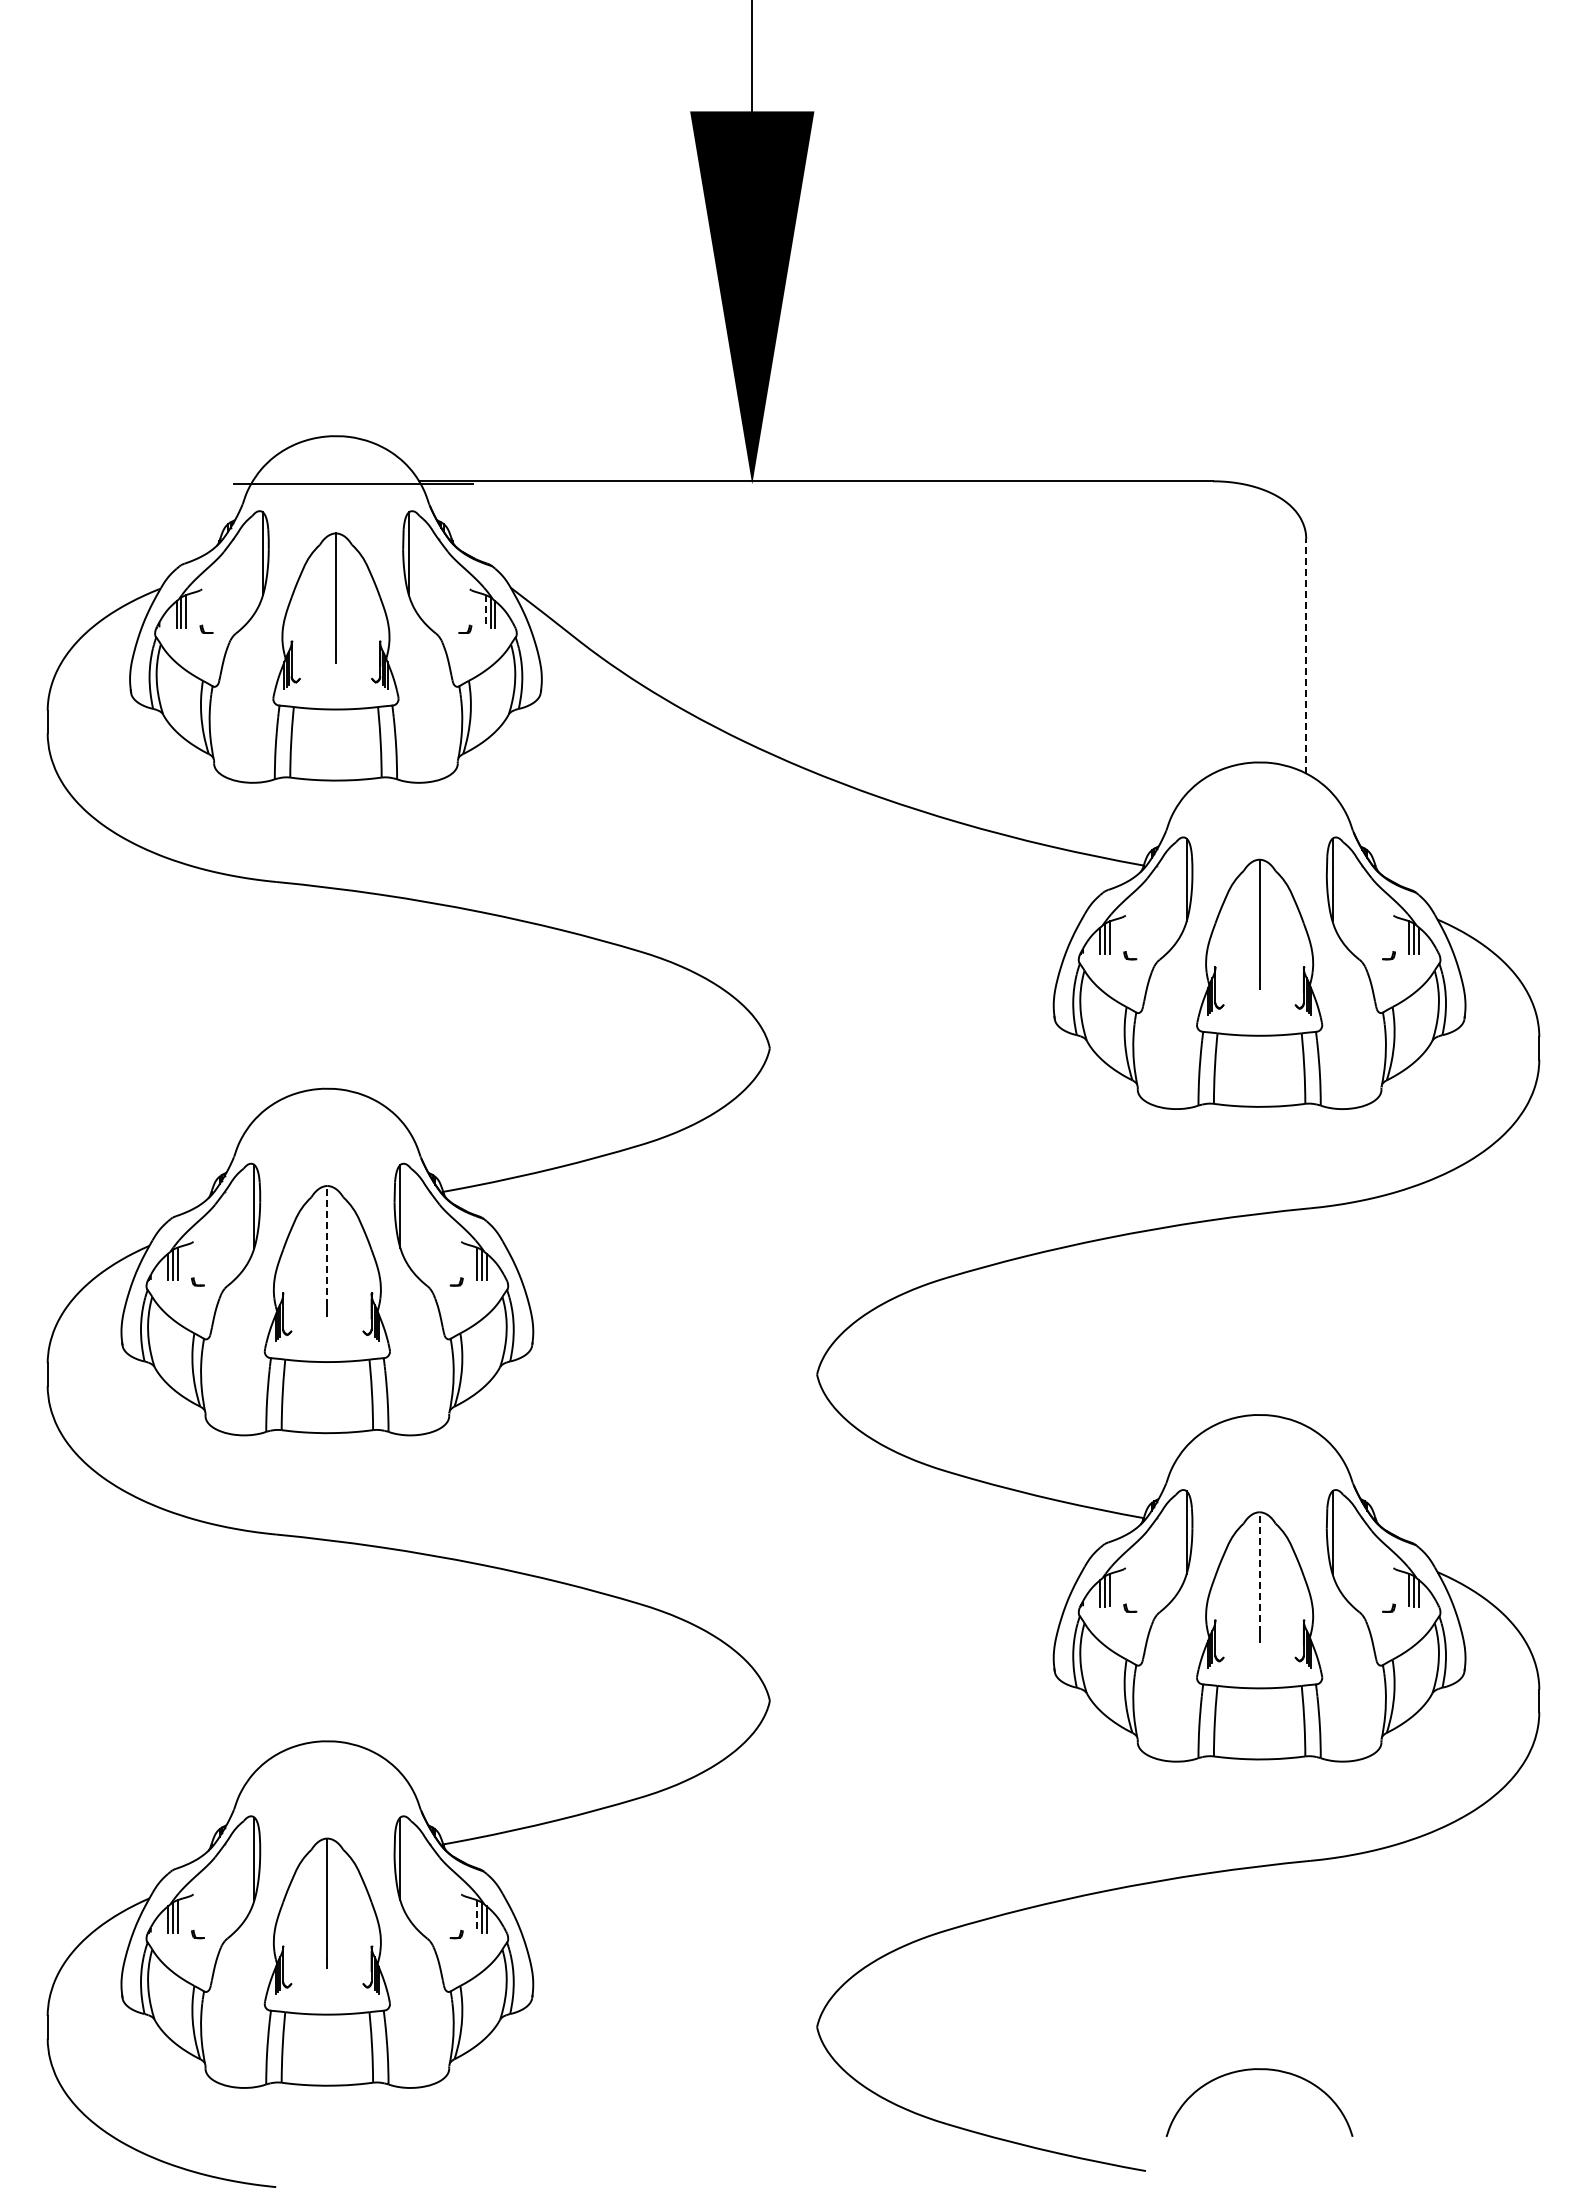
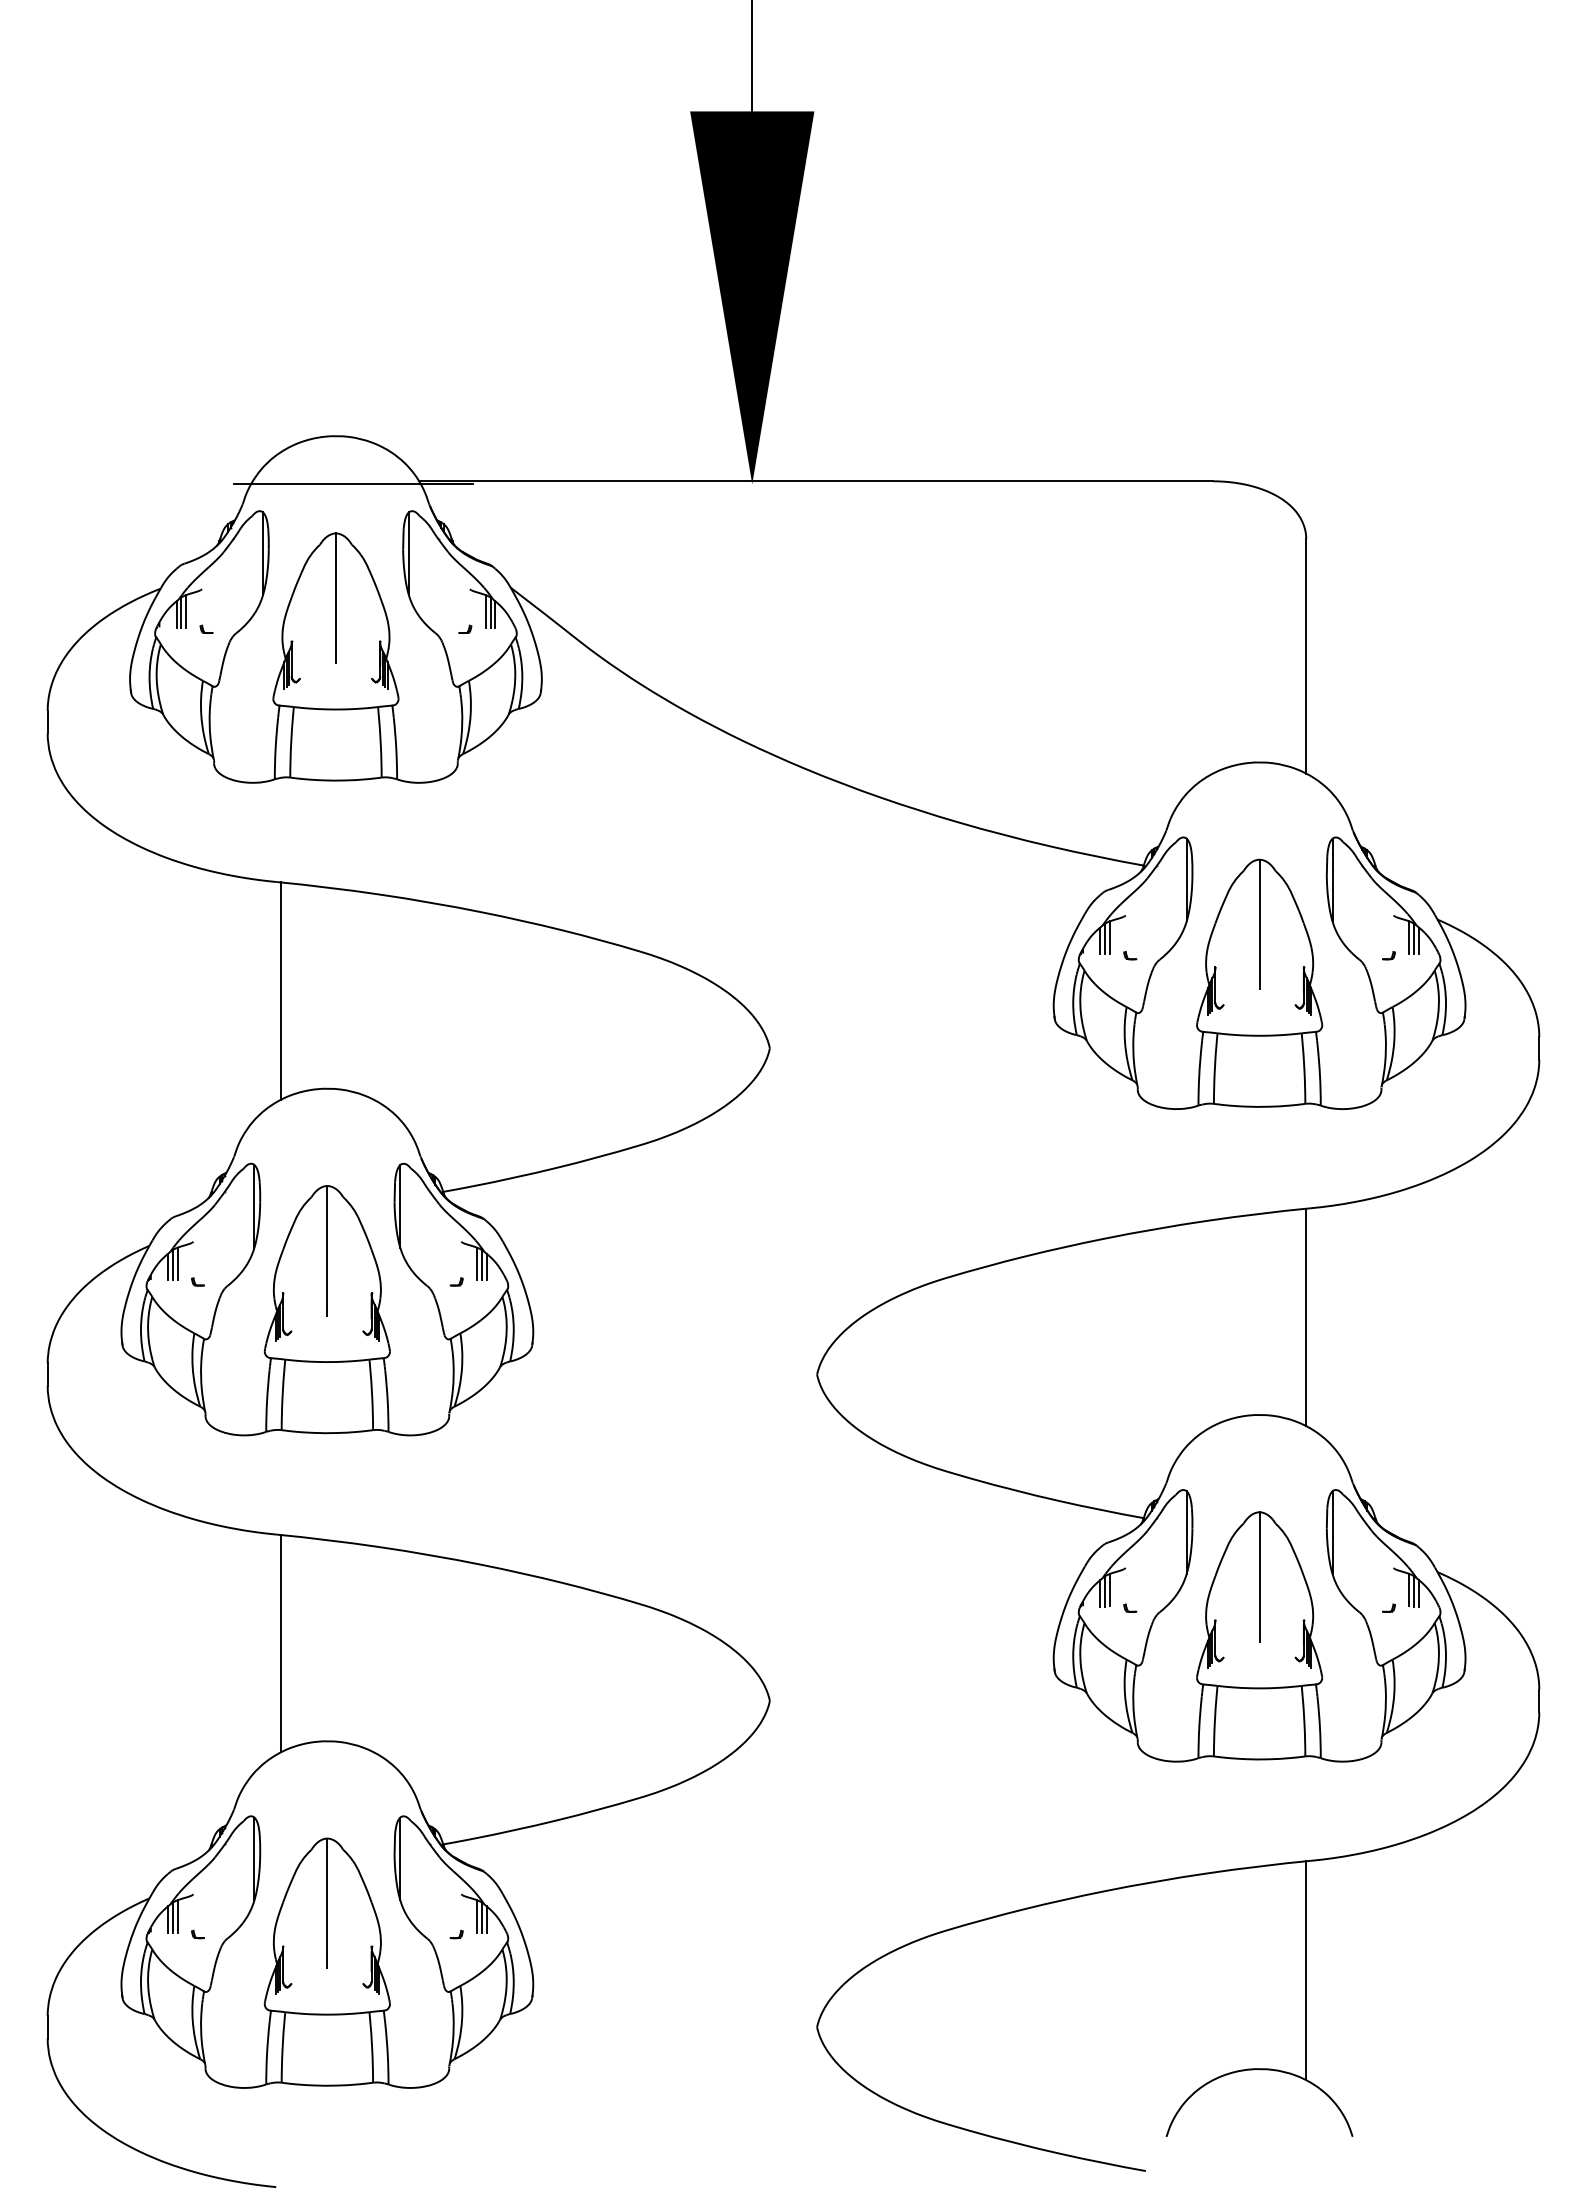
line at (485, 611): dashed -> solid
line at (1306, 655): dashed -> solid
line at (280, 990): none -> present
line at (327, 1245): dashed -> solid
line at (1306, 1317): none -> present
line at (1259, 1571): dashed -> solid
line at (280, 1643): none -> present
line at (477, 1917): dashed -> solid
line at (1306, 1970): none -> present
